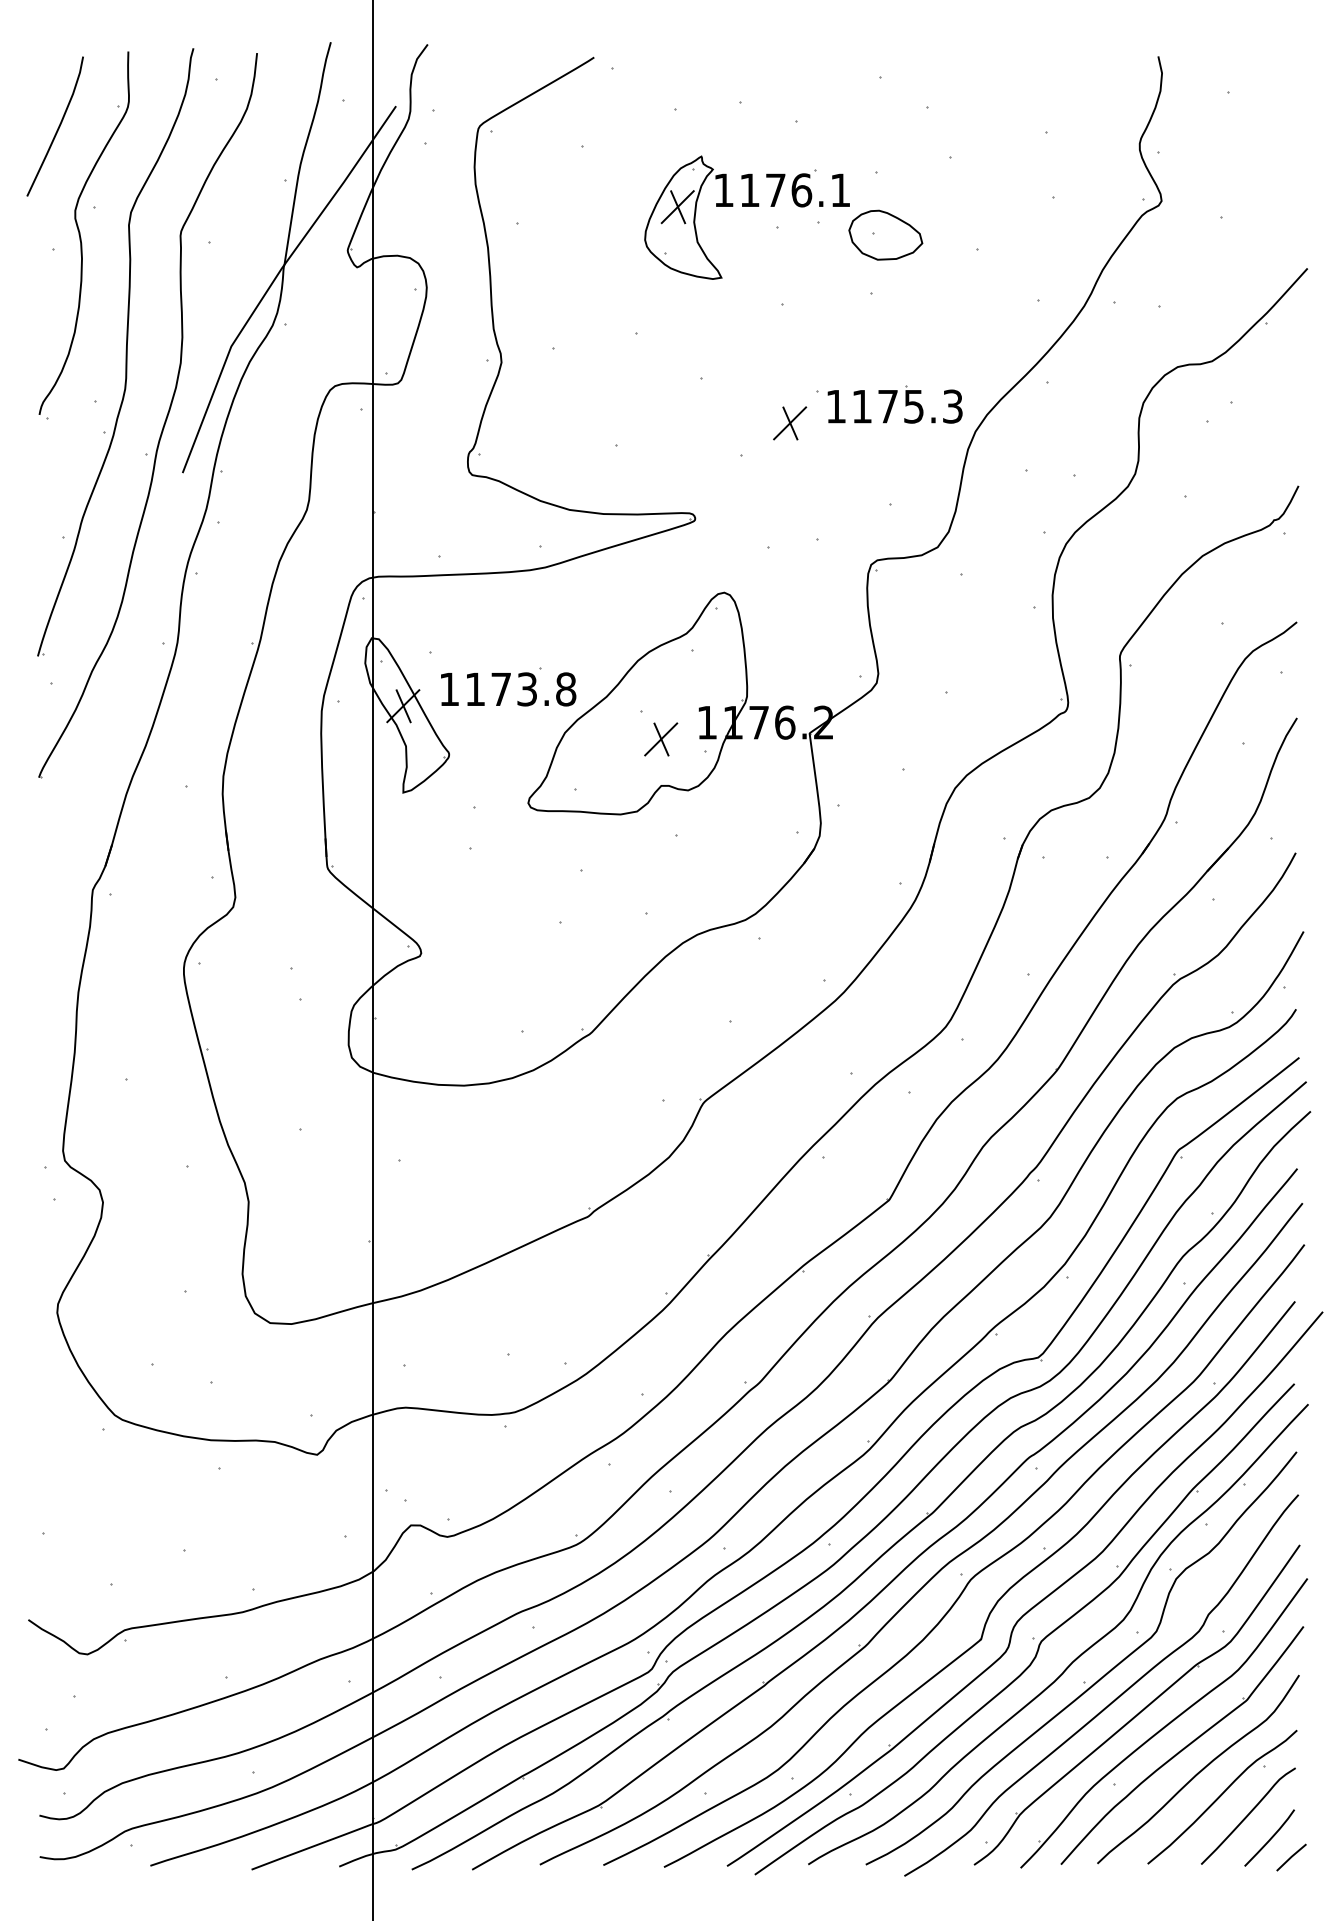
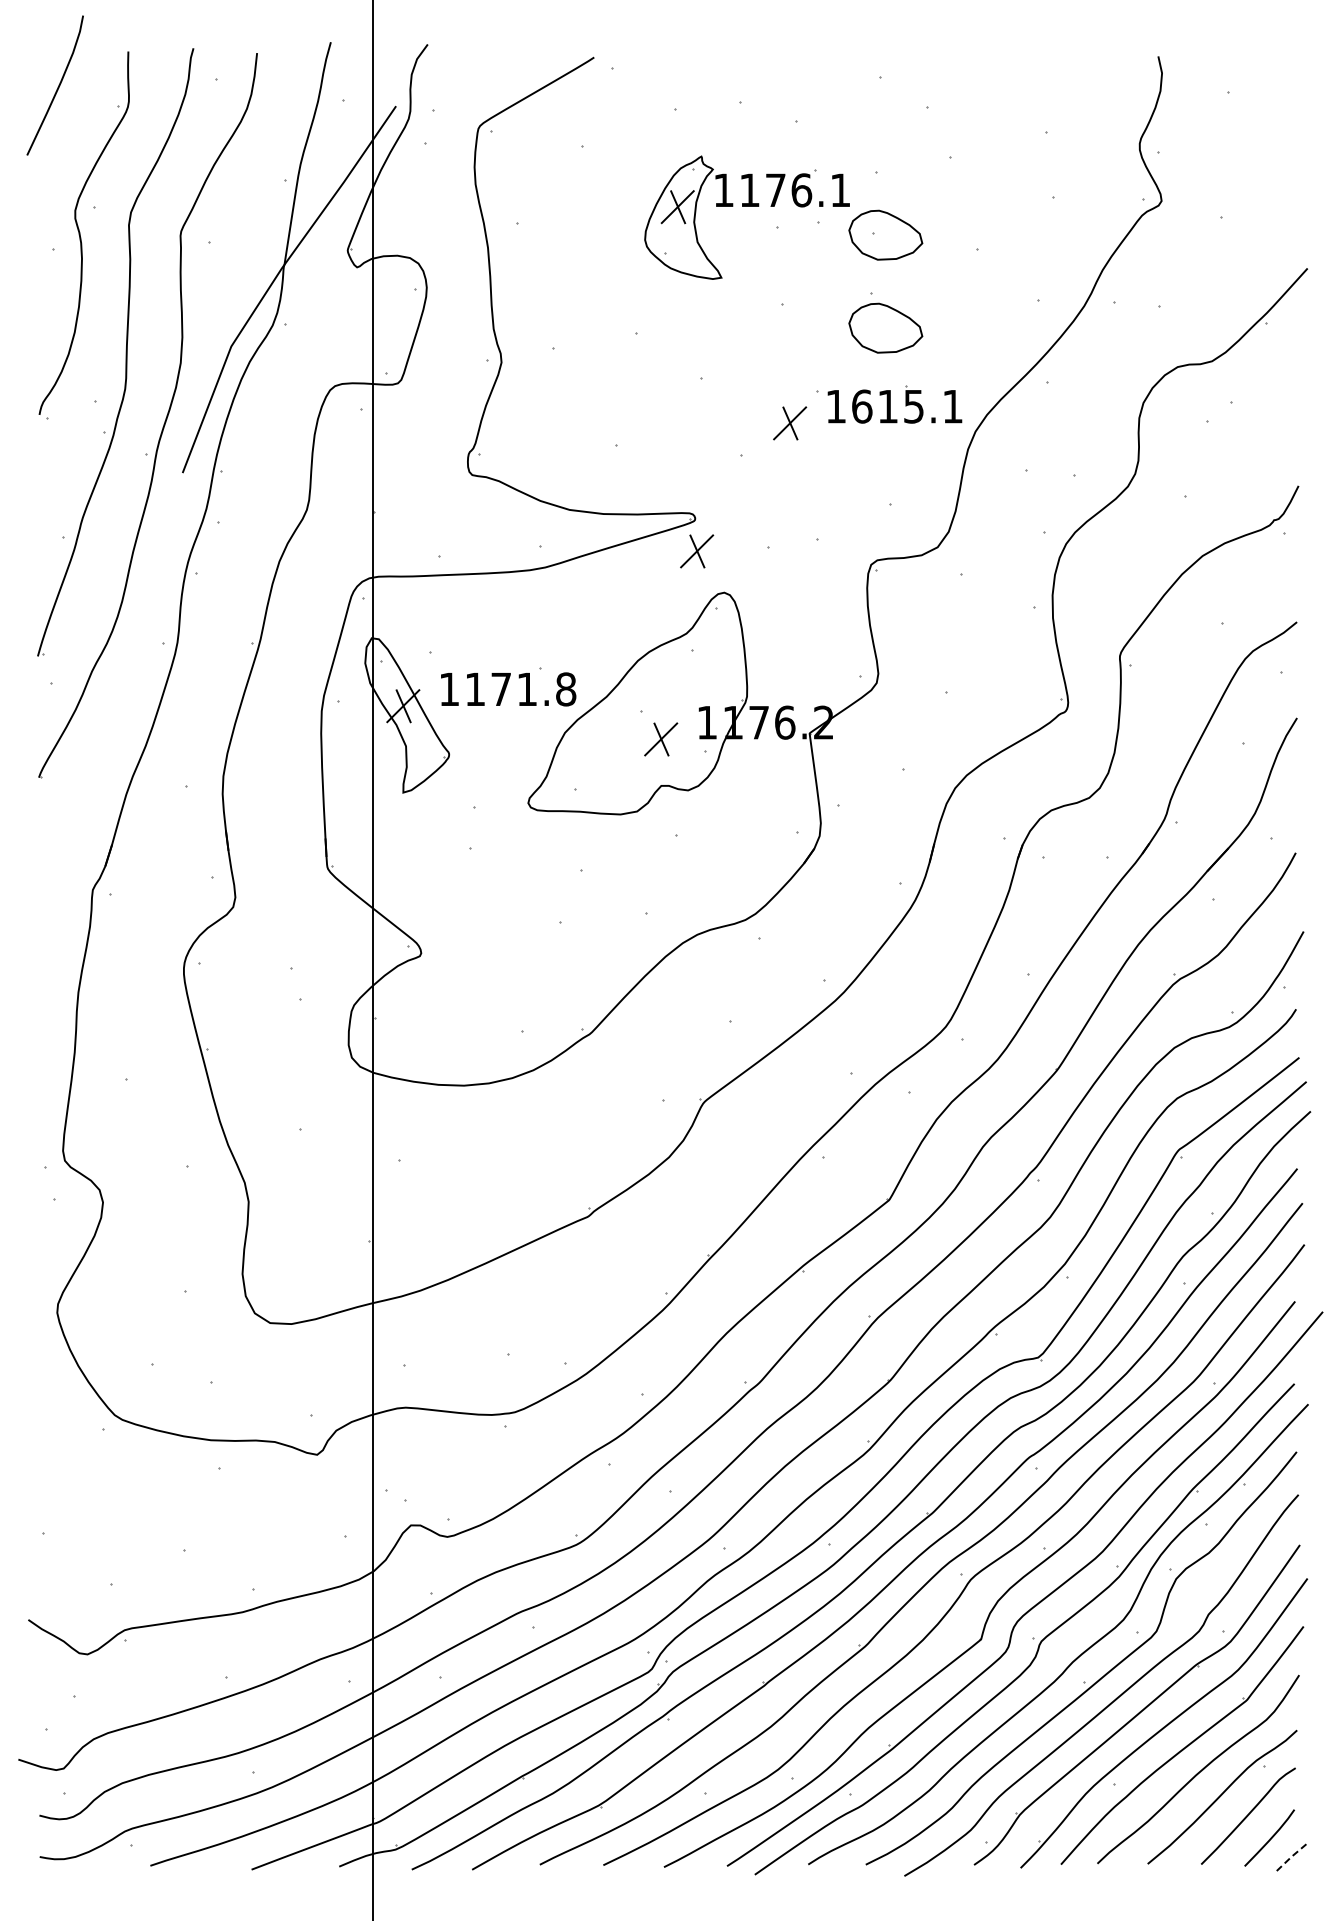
curve at (57, 128) position: (57, 128) -> (57, 87)
part at (885, 327): none -> present
text at (907, 406): 1175.3 -> 1615.1
part at (697, 551): none -> present
text at (526, 689): 1173.8 -> 1171.8
line at (1291, 1856): solid -> dashed
